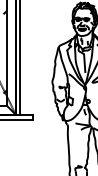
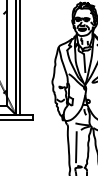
line at (76, 147): none -> present
